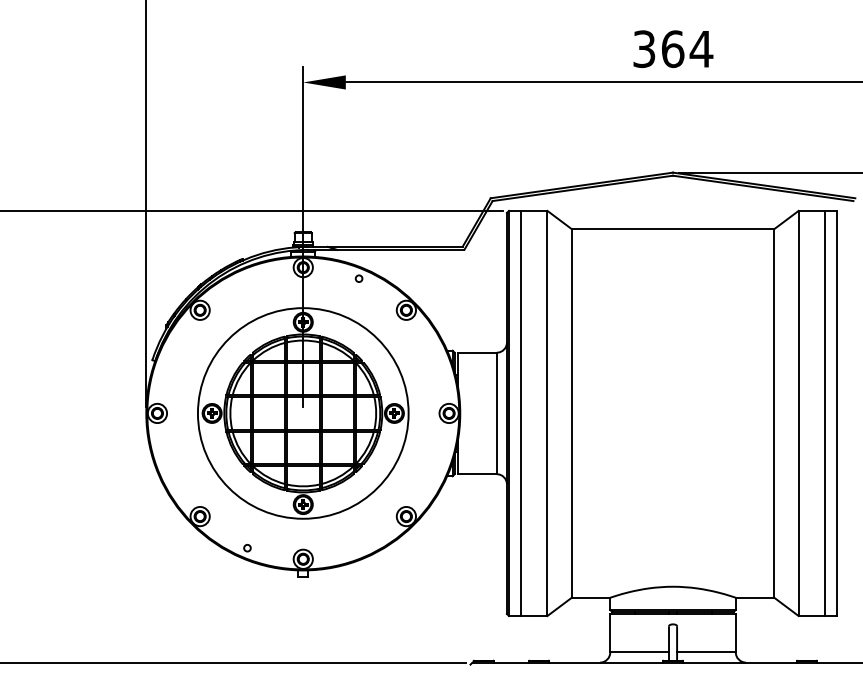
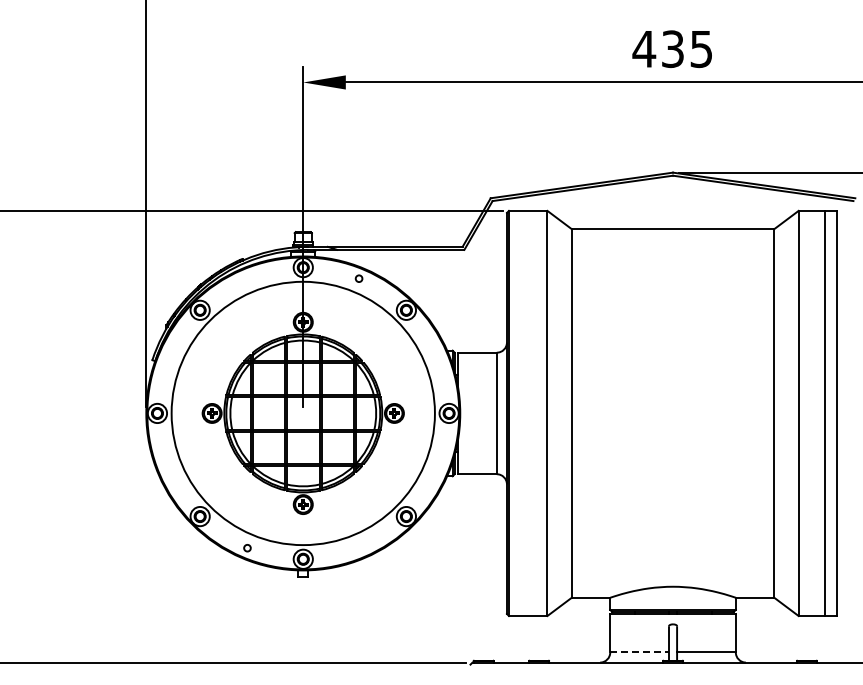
text at (672, 49): 364 -> 435
circle at (302, 413) diameter: 211 px -> 263 px
line at (521, 413): present -> none
line at (640, 652): solid -> dashed
